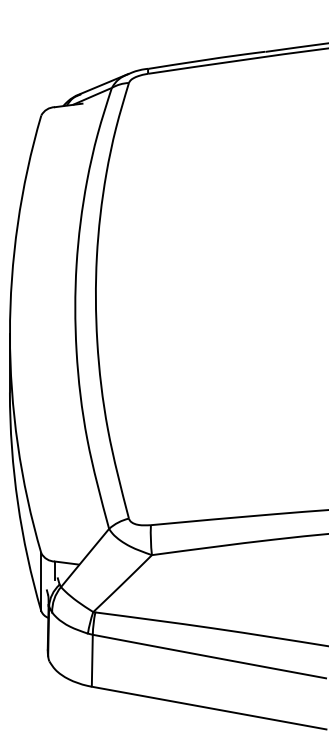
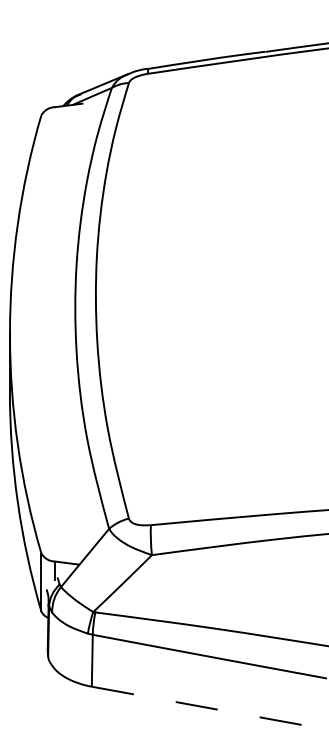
line at (209, 708): solid -> dashed
